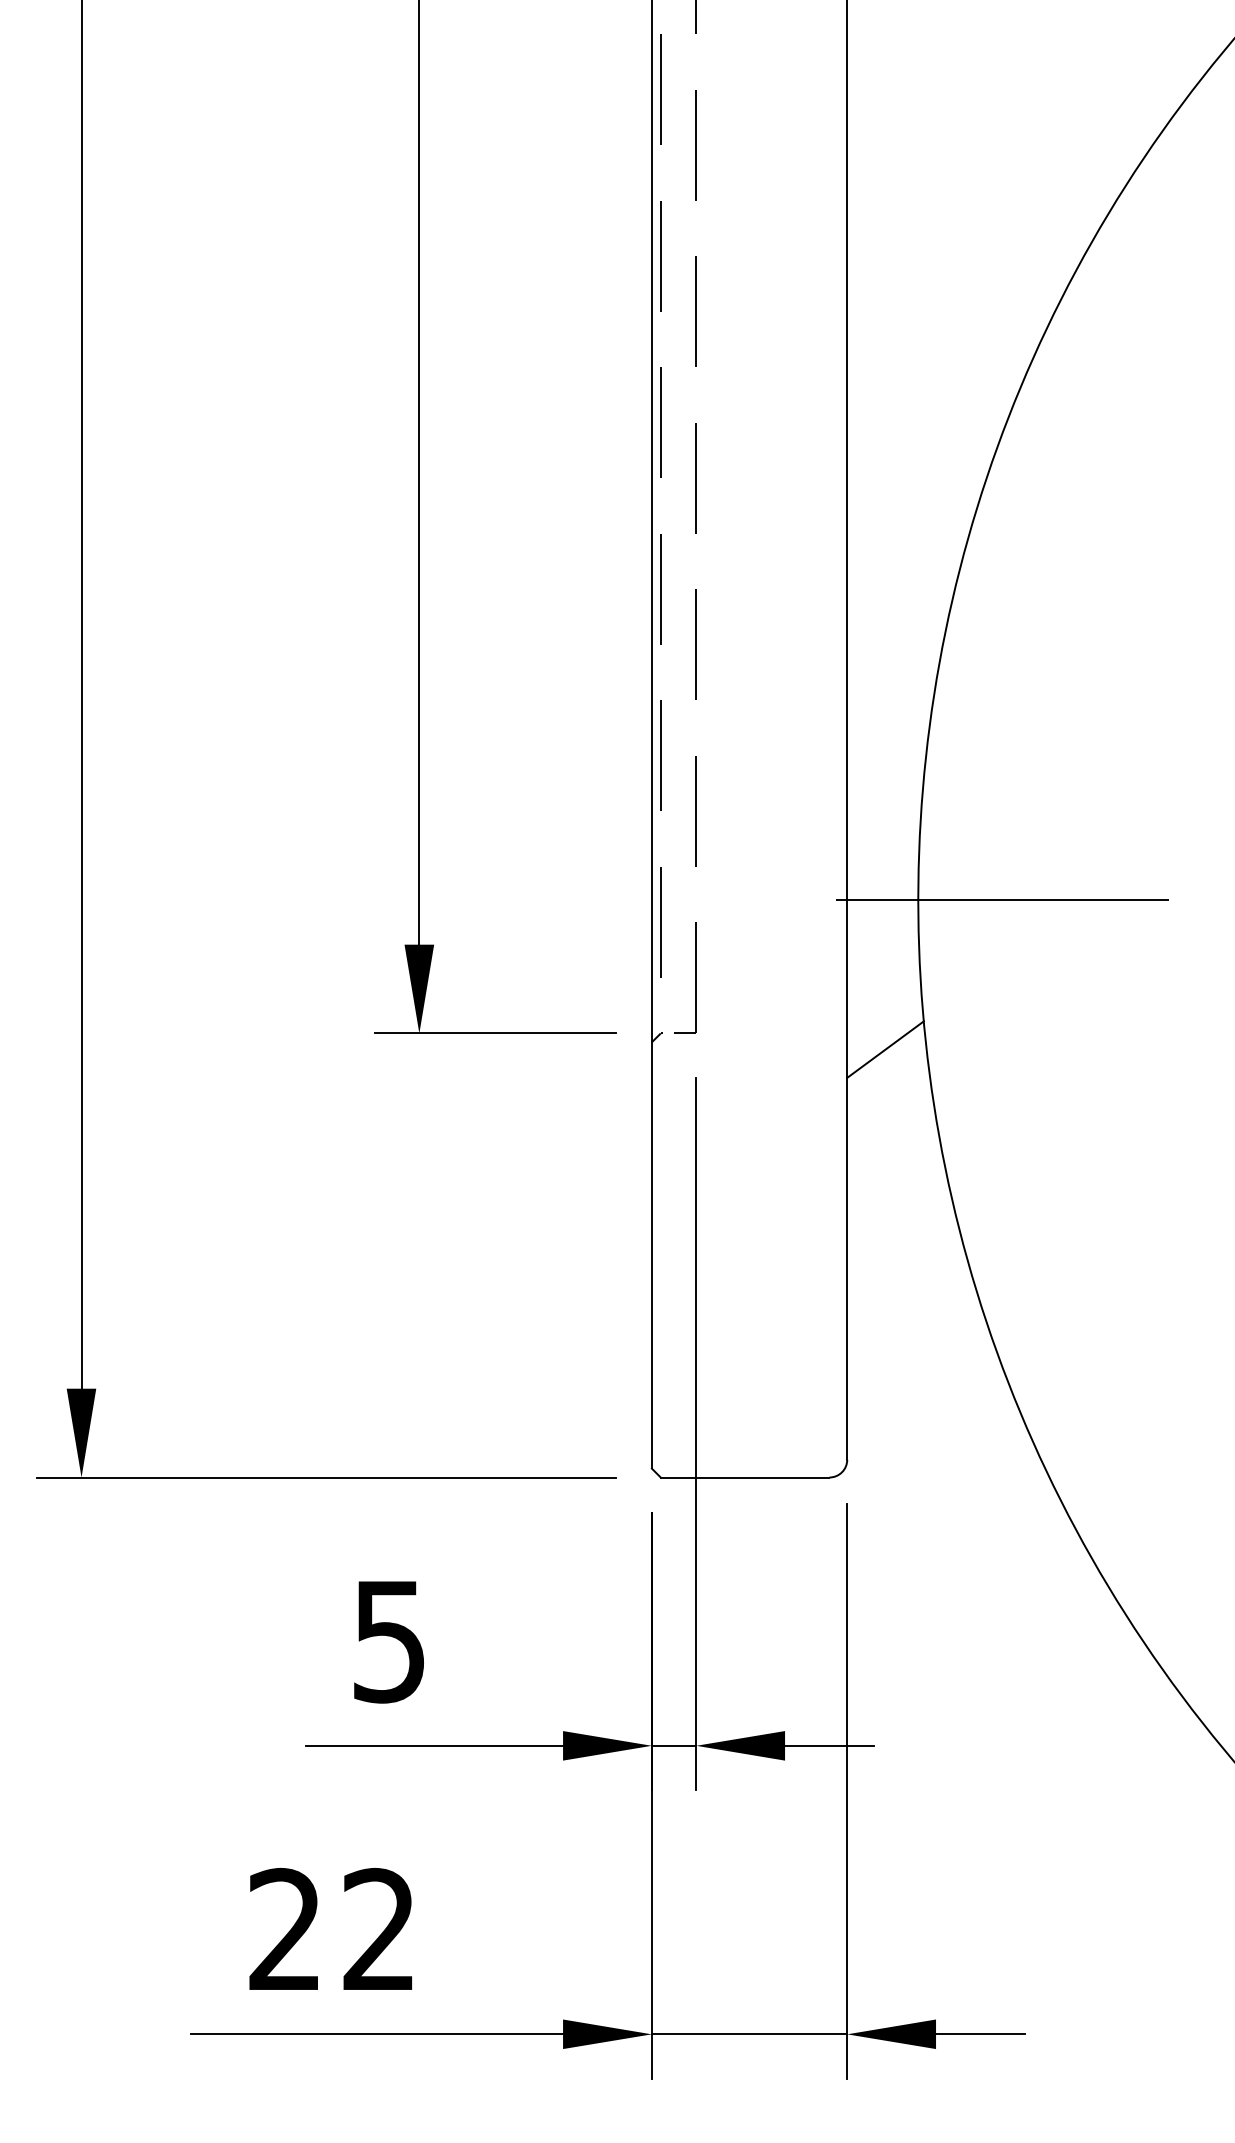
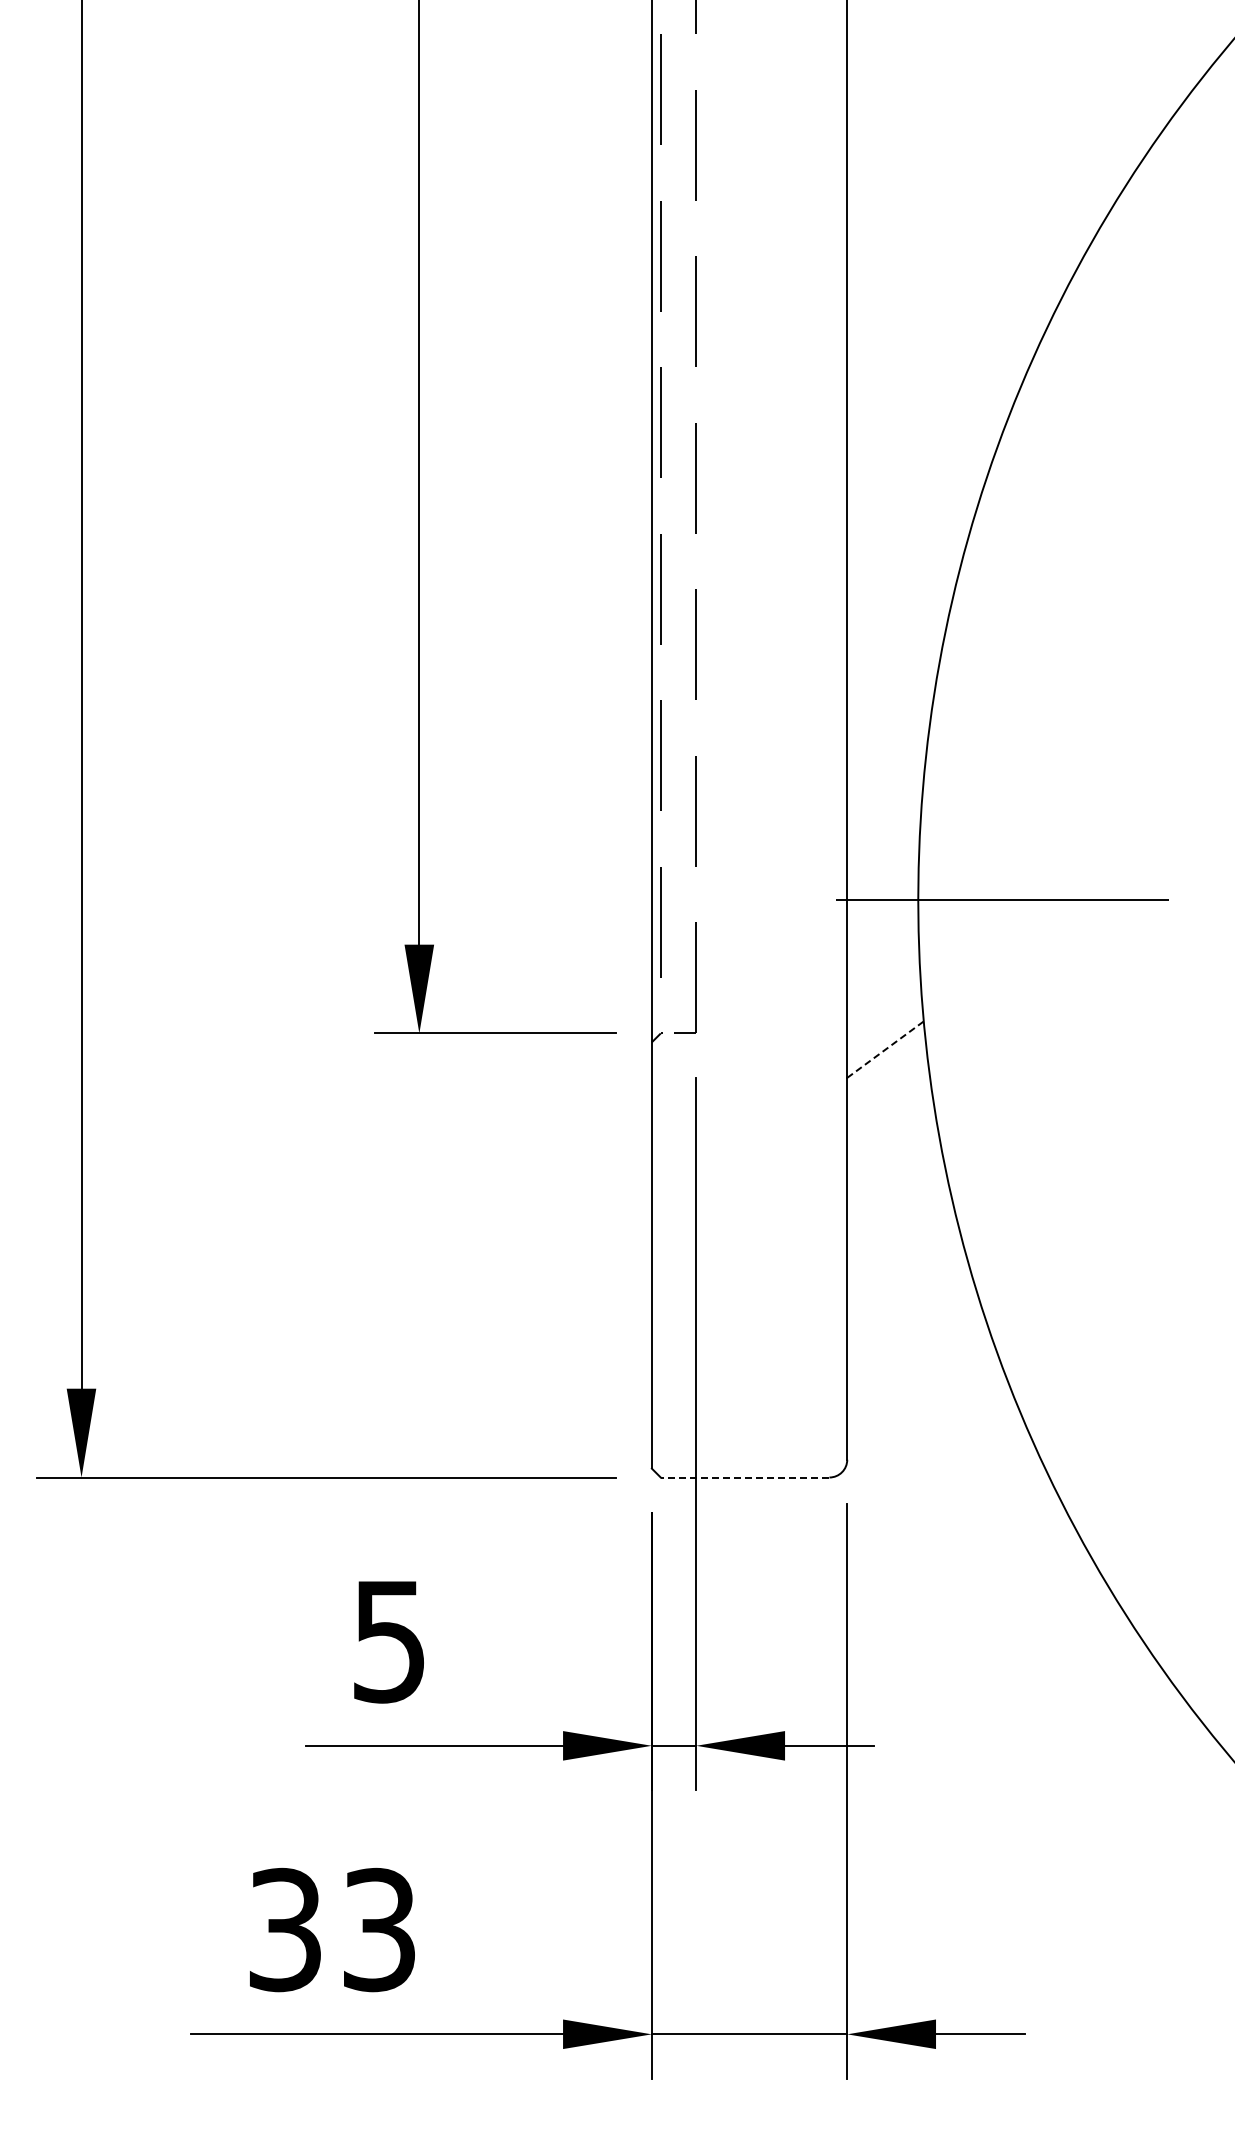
line at (885, 1049): solid -> dashed
line at (744, 1477): solid -> dashed
text at (331, 1930): 22 -> 33
